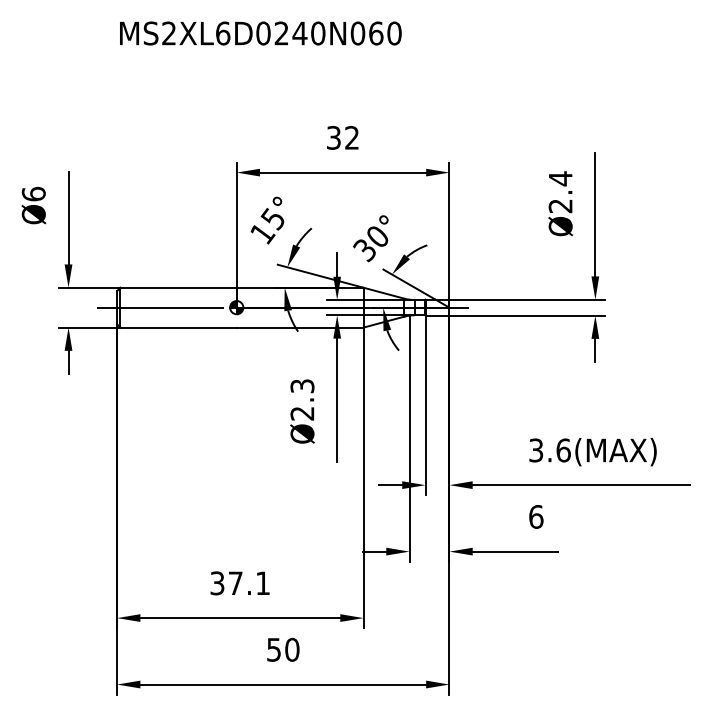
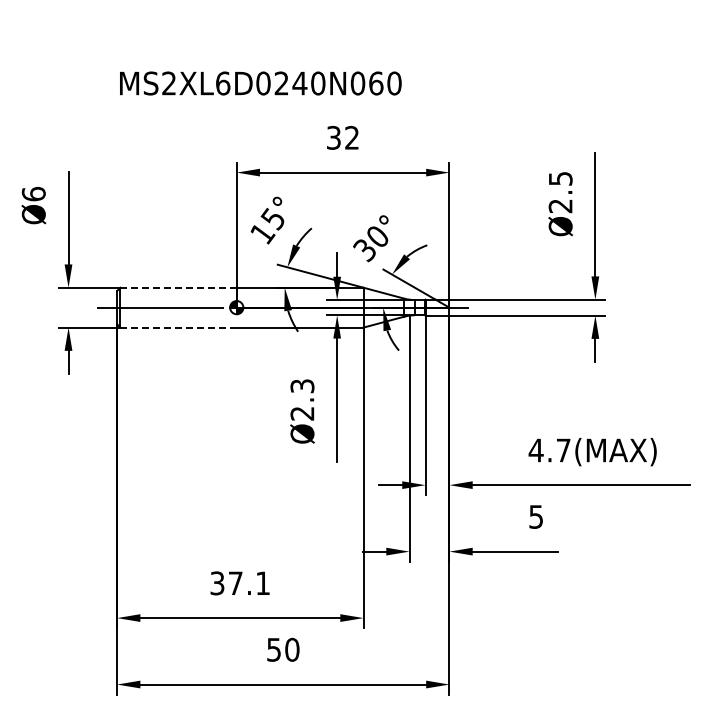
text at (260, 33) position: (260, 33) -> (260, 83)
text at (560, 178): Ø2.4 -> Ø2.5
line at (178, 287): solid -> dashed
line at (179, 327): solid -> dashed
text at (549, 450): 3.6(MAX) -> 4.7(MAX)
text at (536, 516): 6 -> 5
